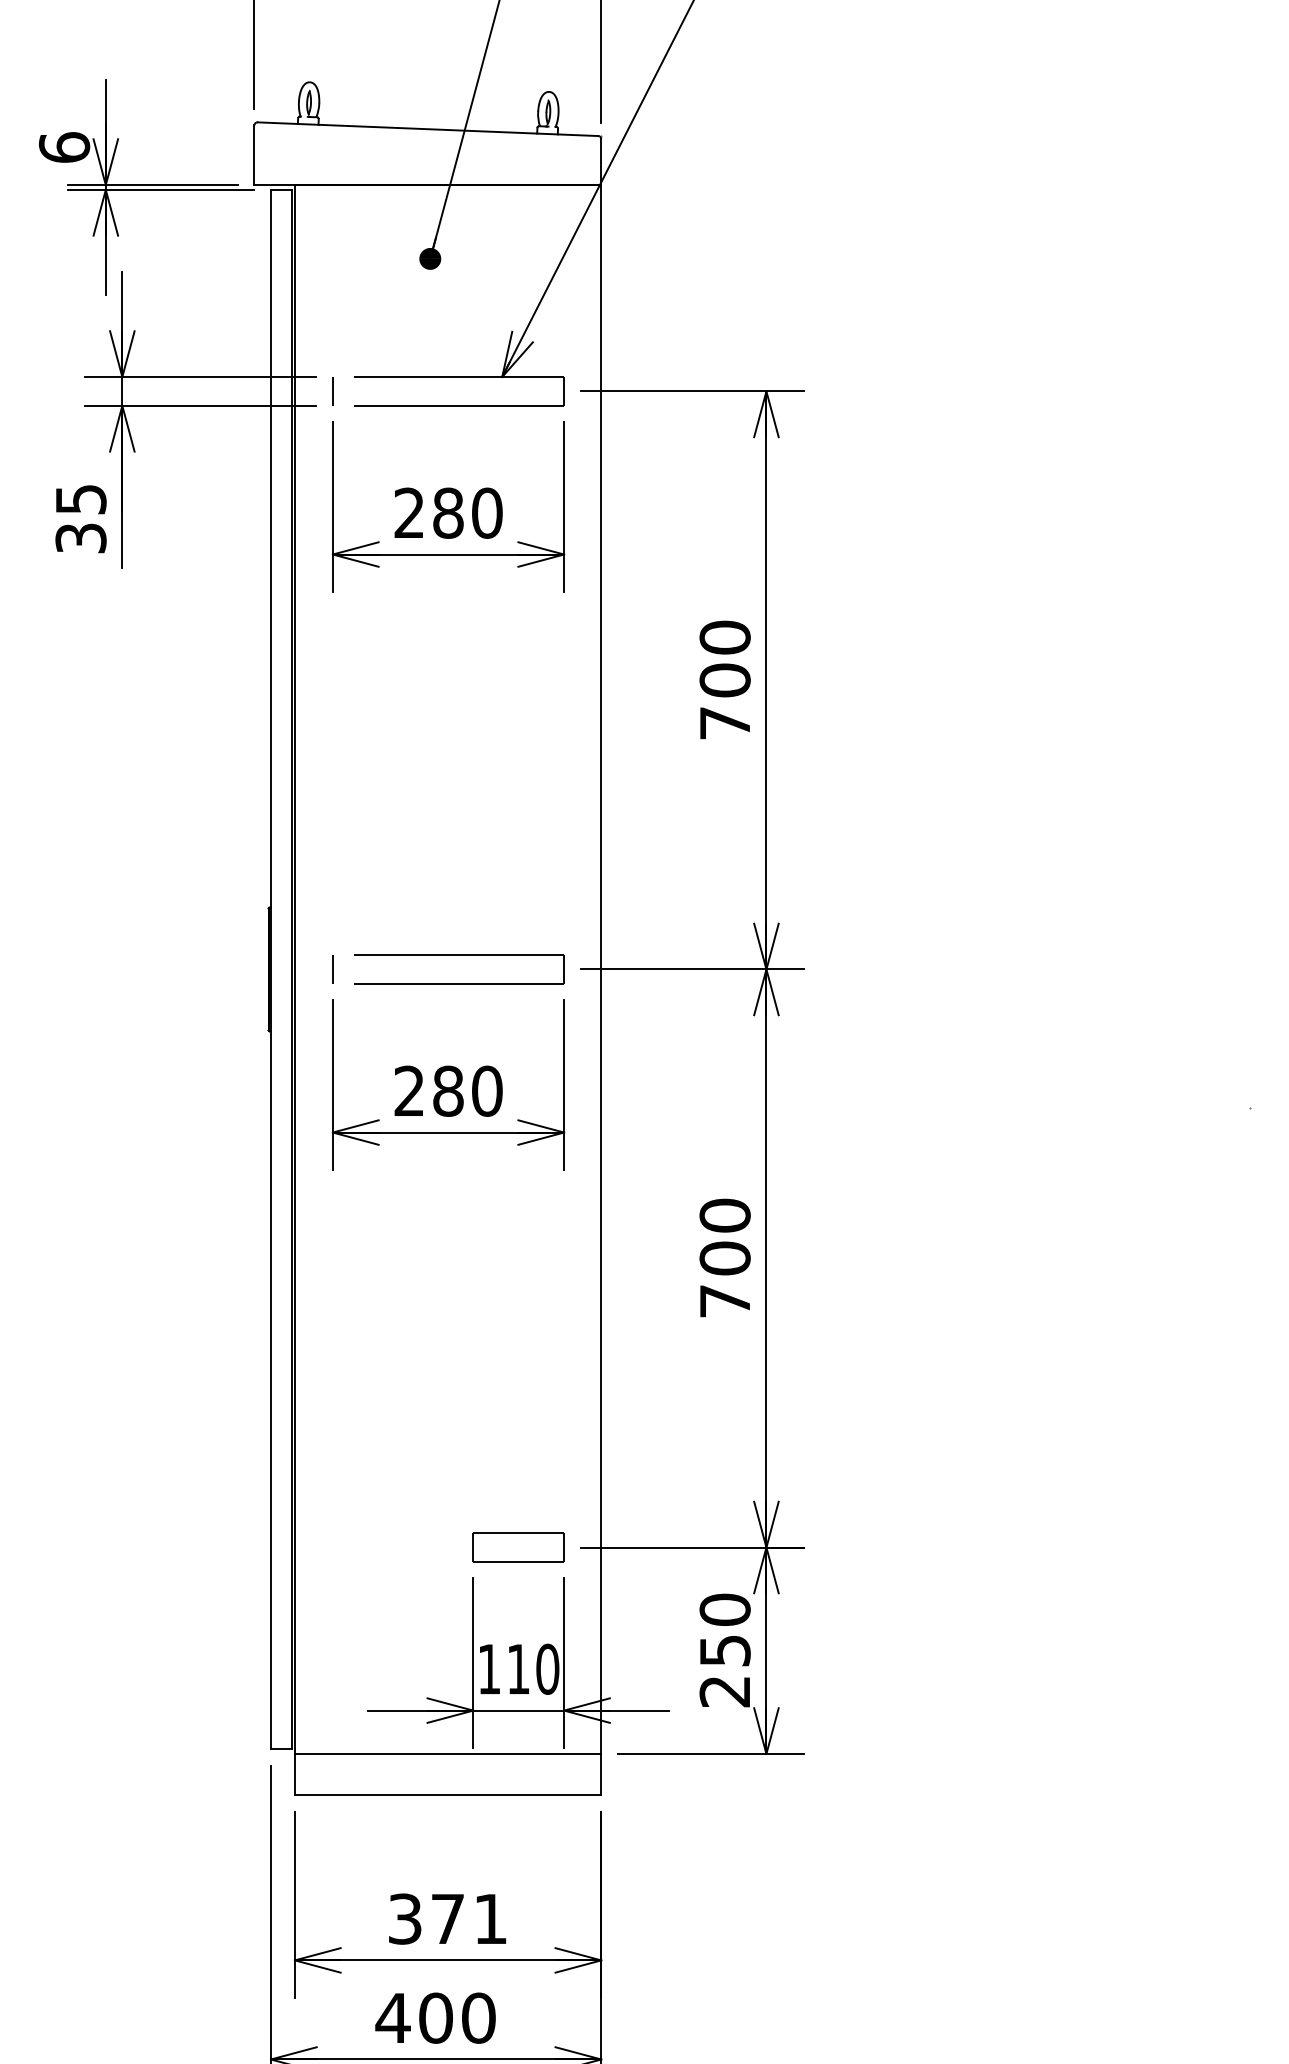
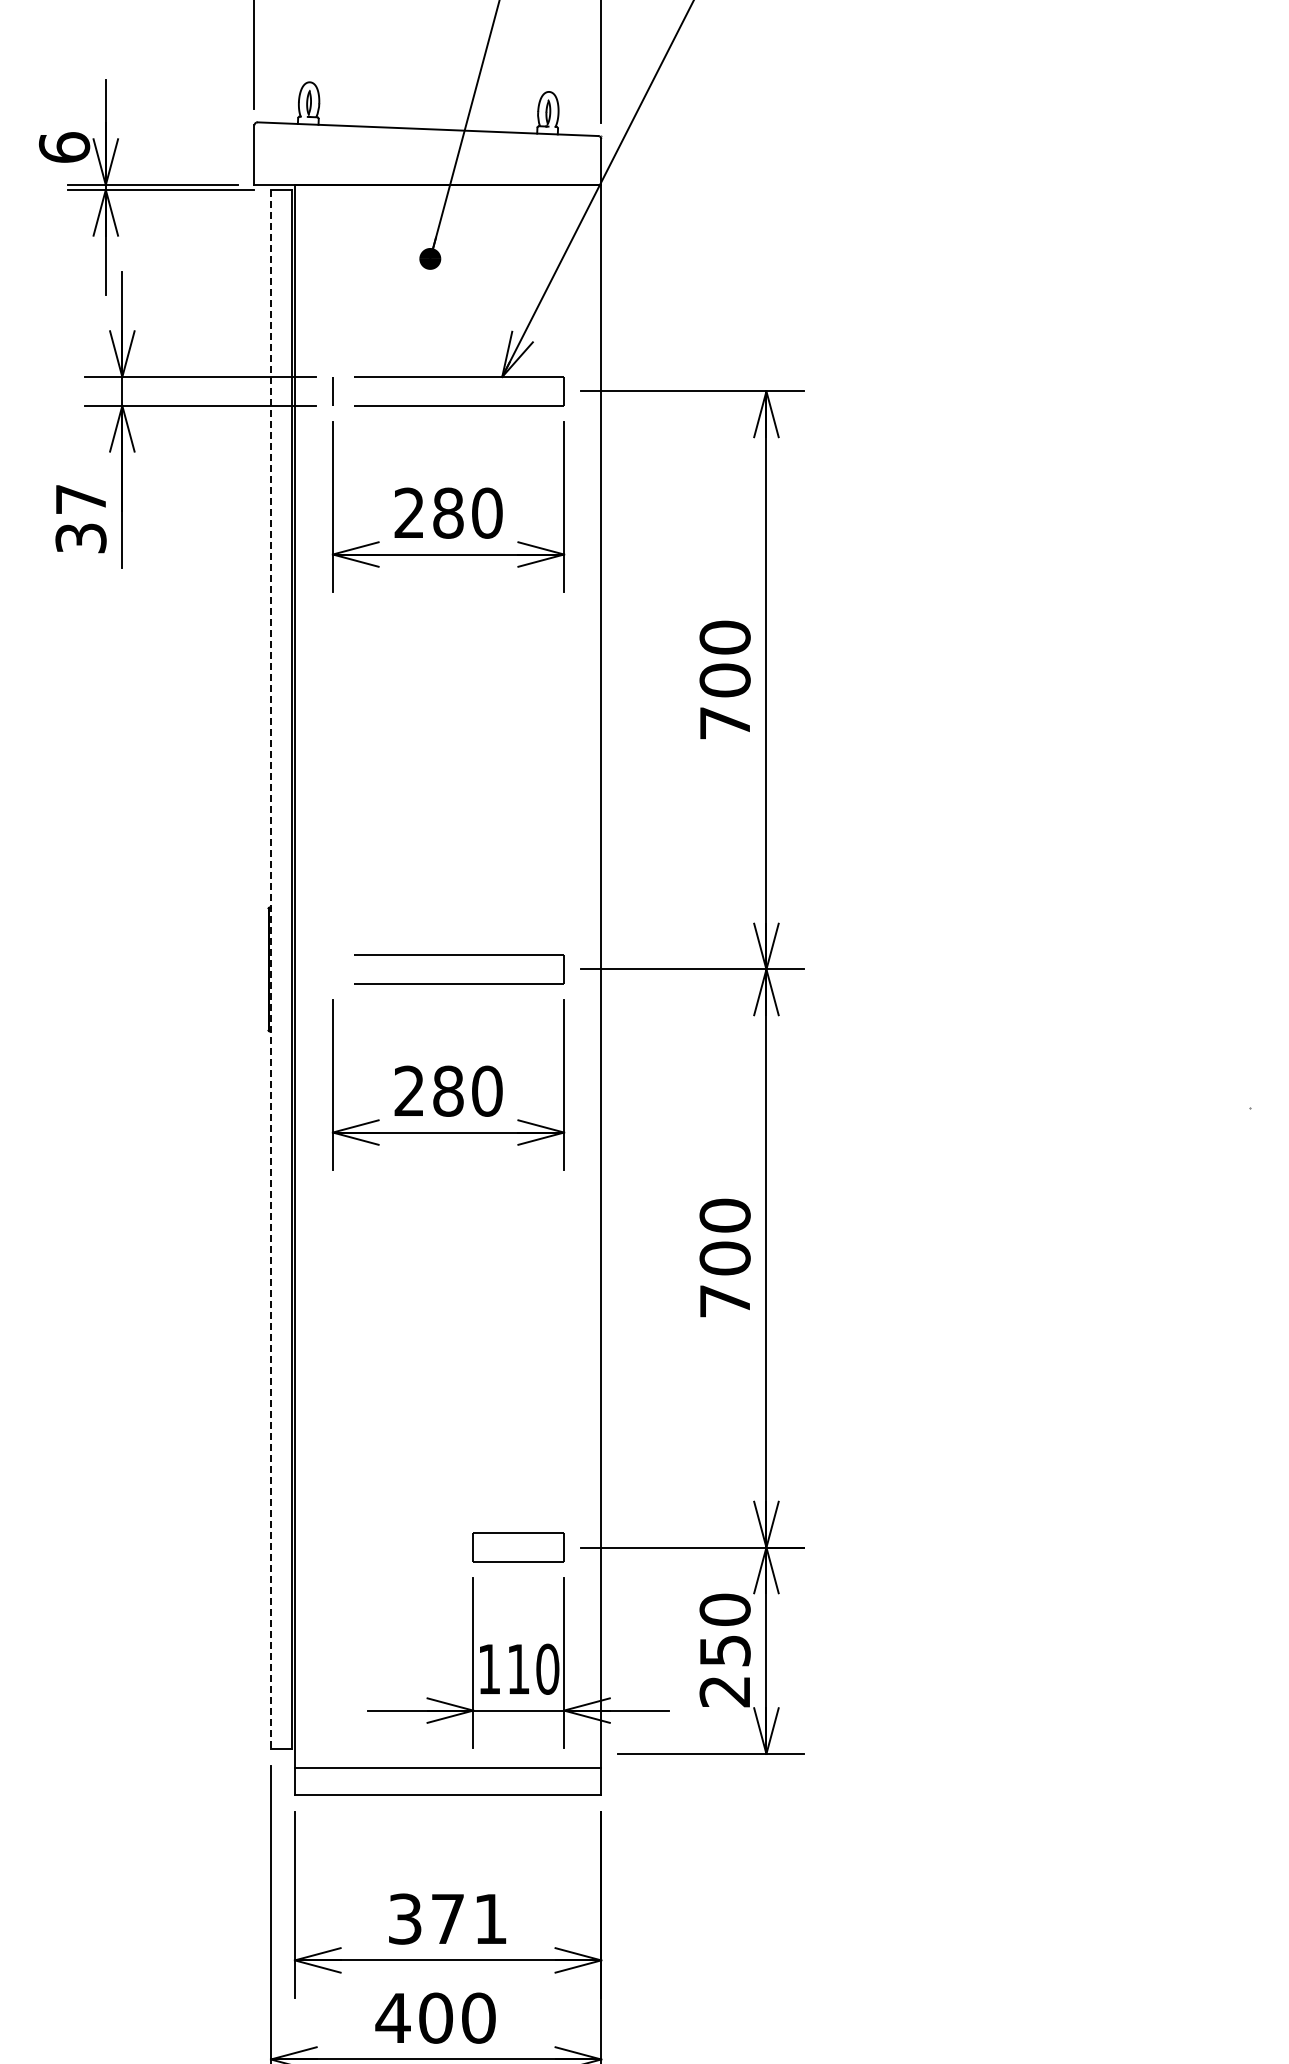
text at (81, 499): 35 -> 37
line at (270, 969): solid -> dashed
line at (332, 969): present -> none
line at (447, 1753) position: (447, 1753) -> (447, 1767)
